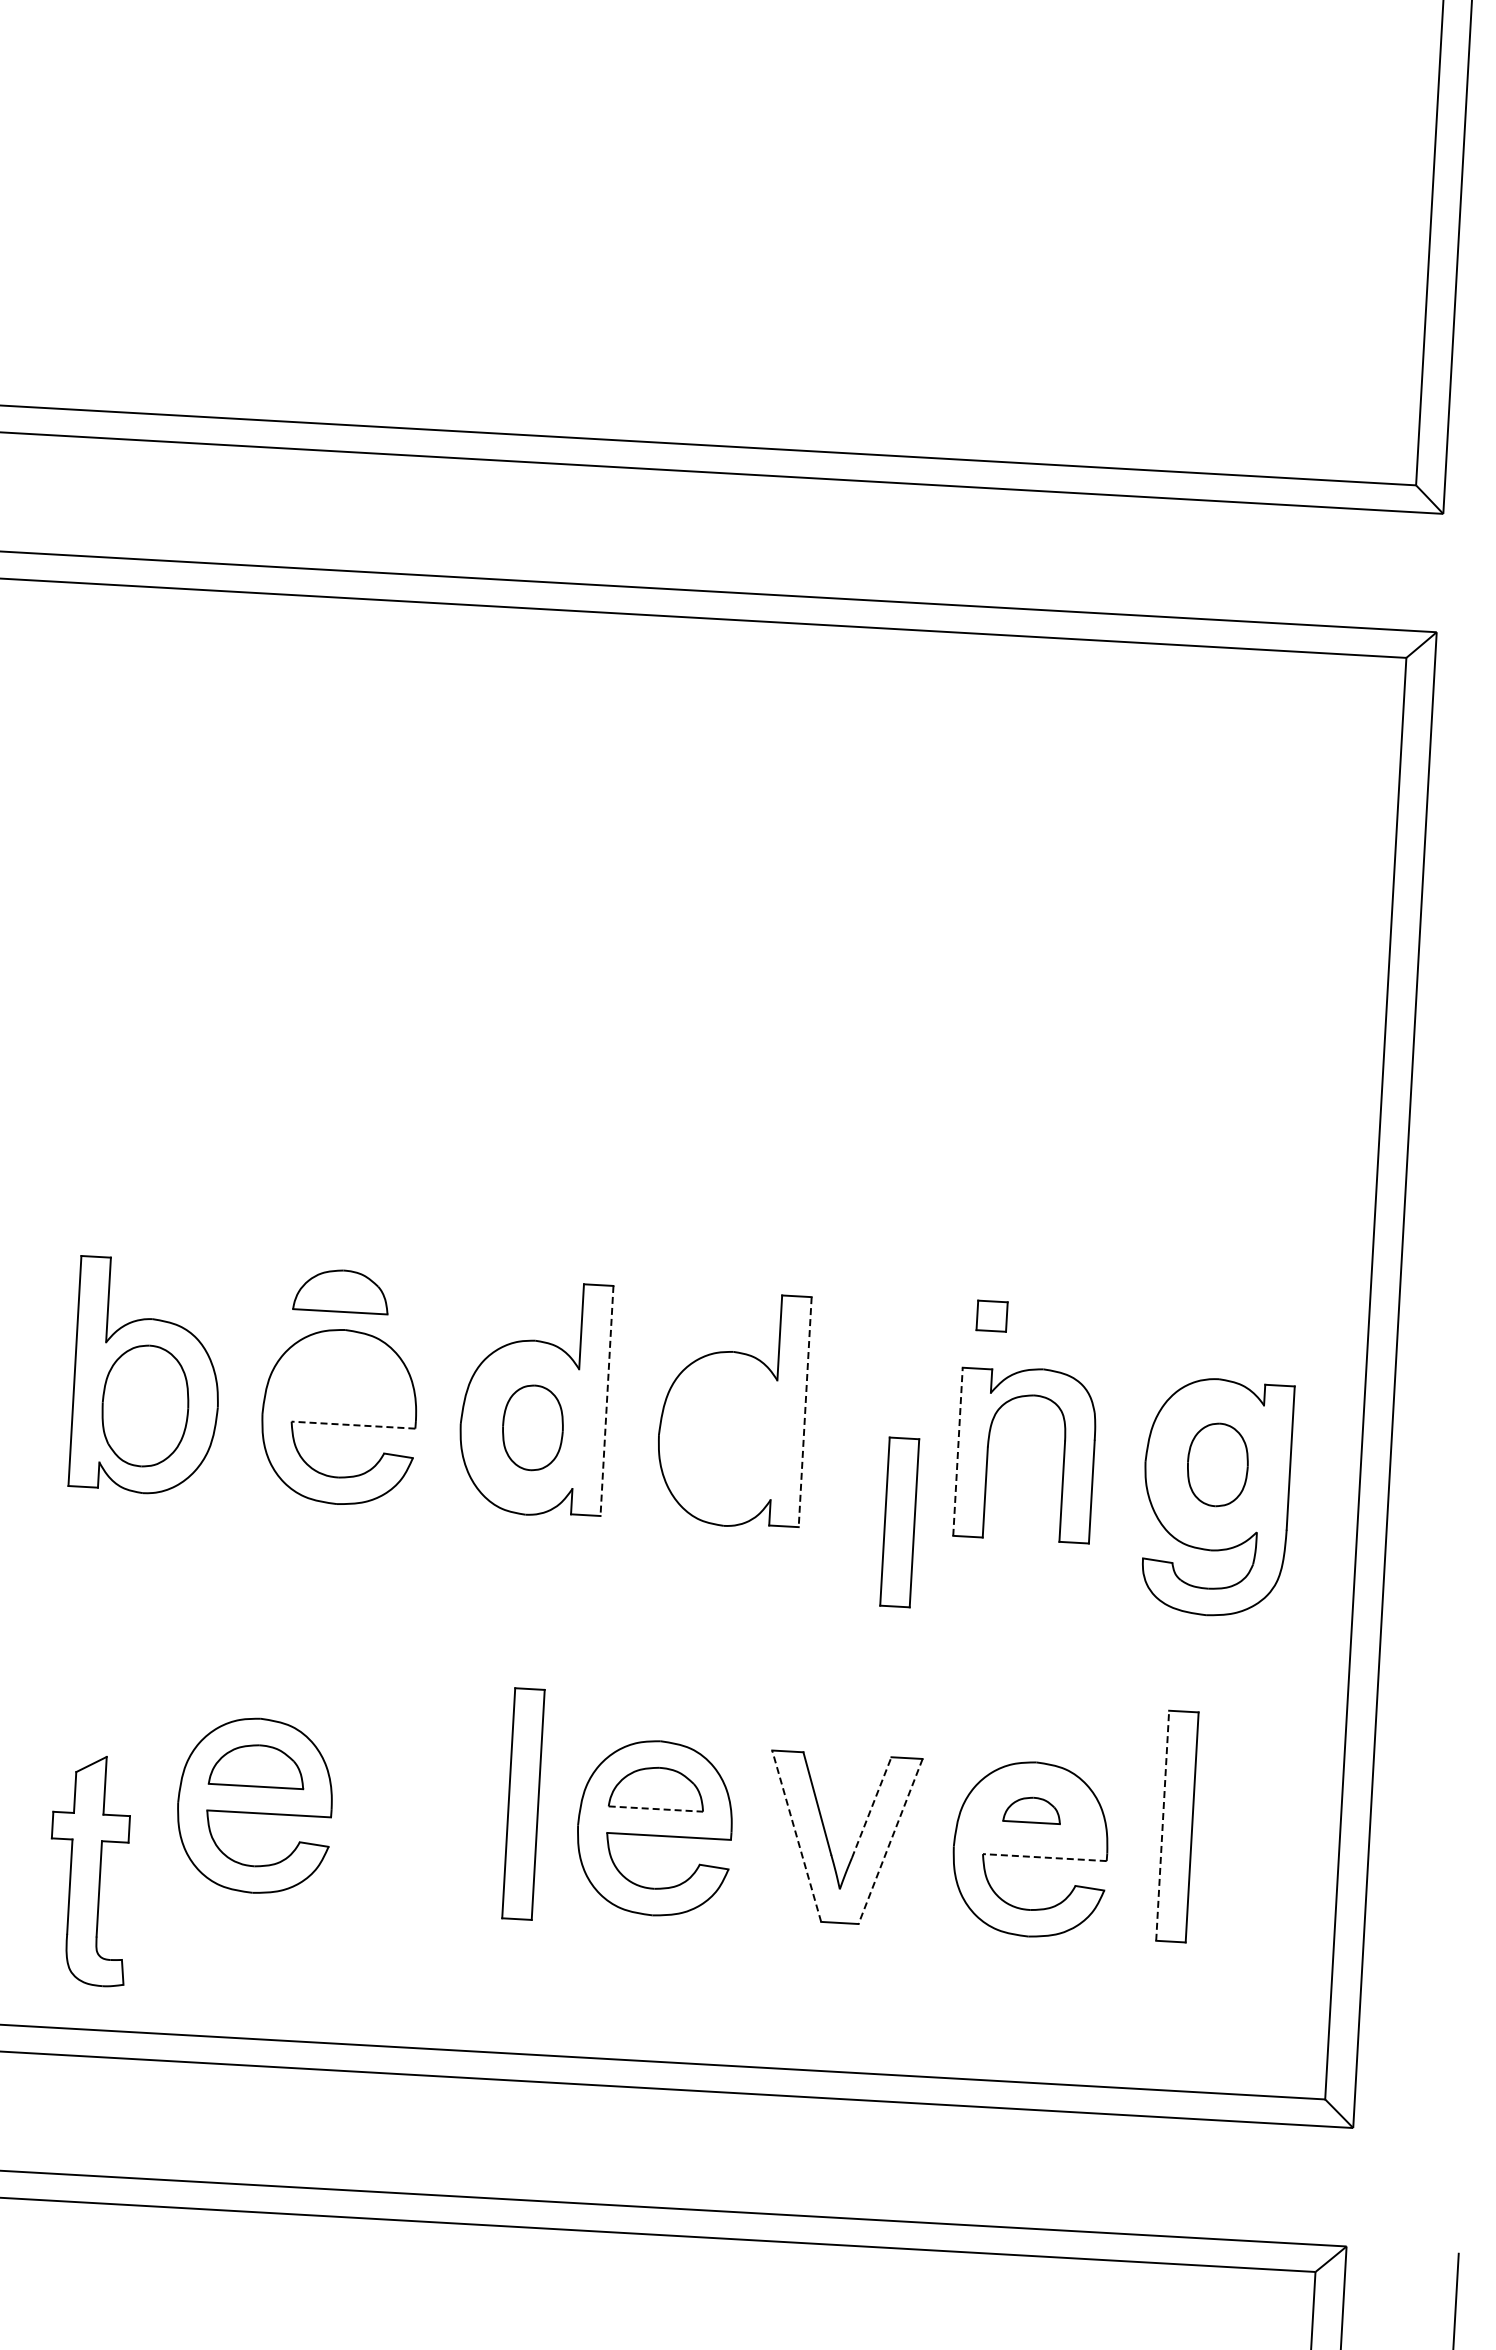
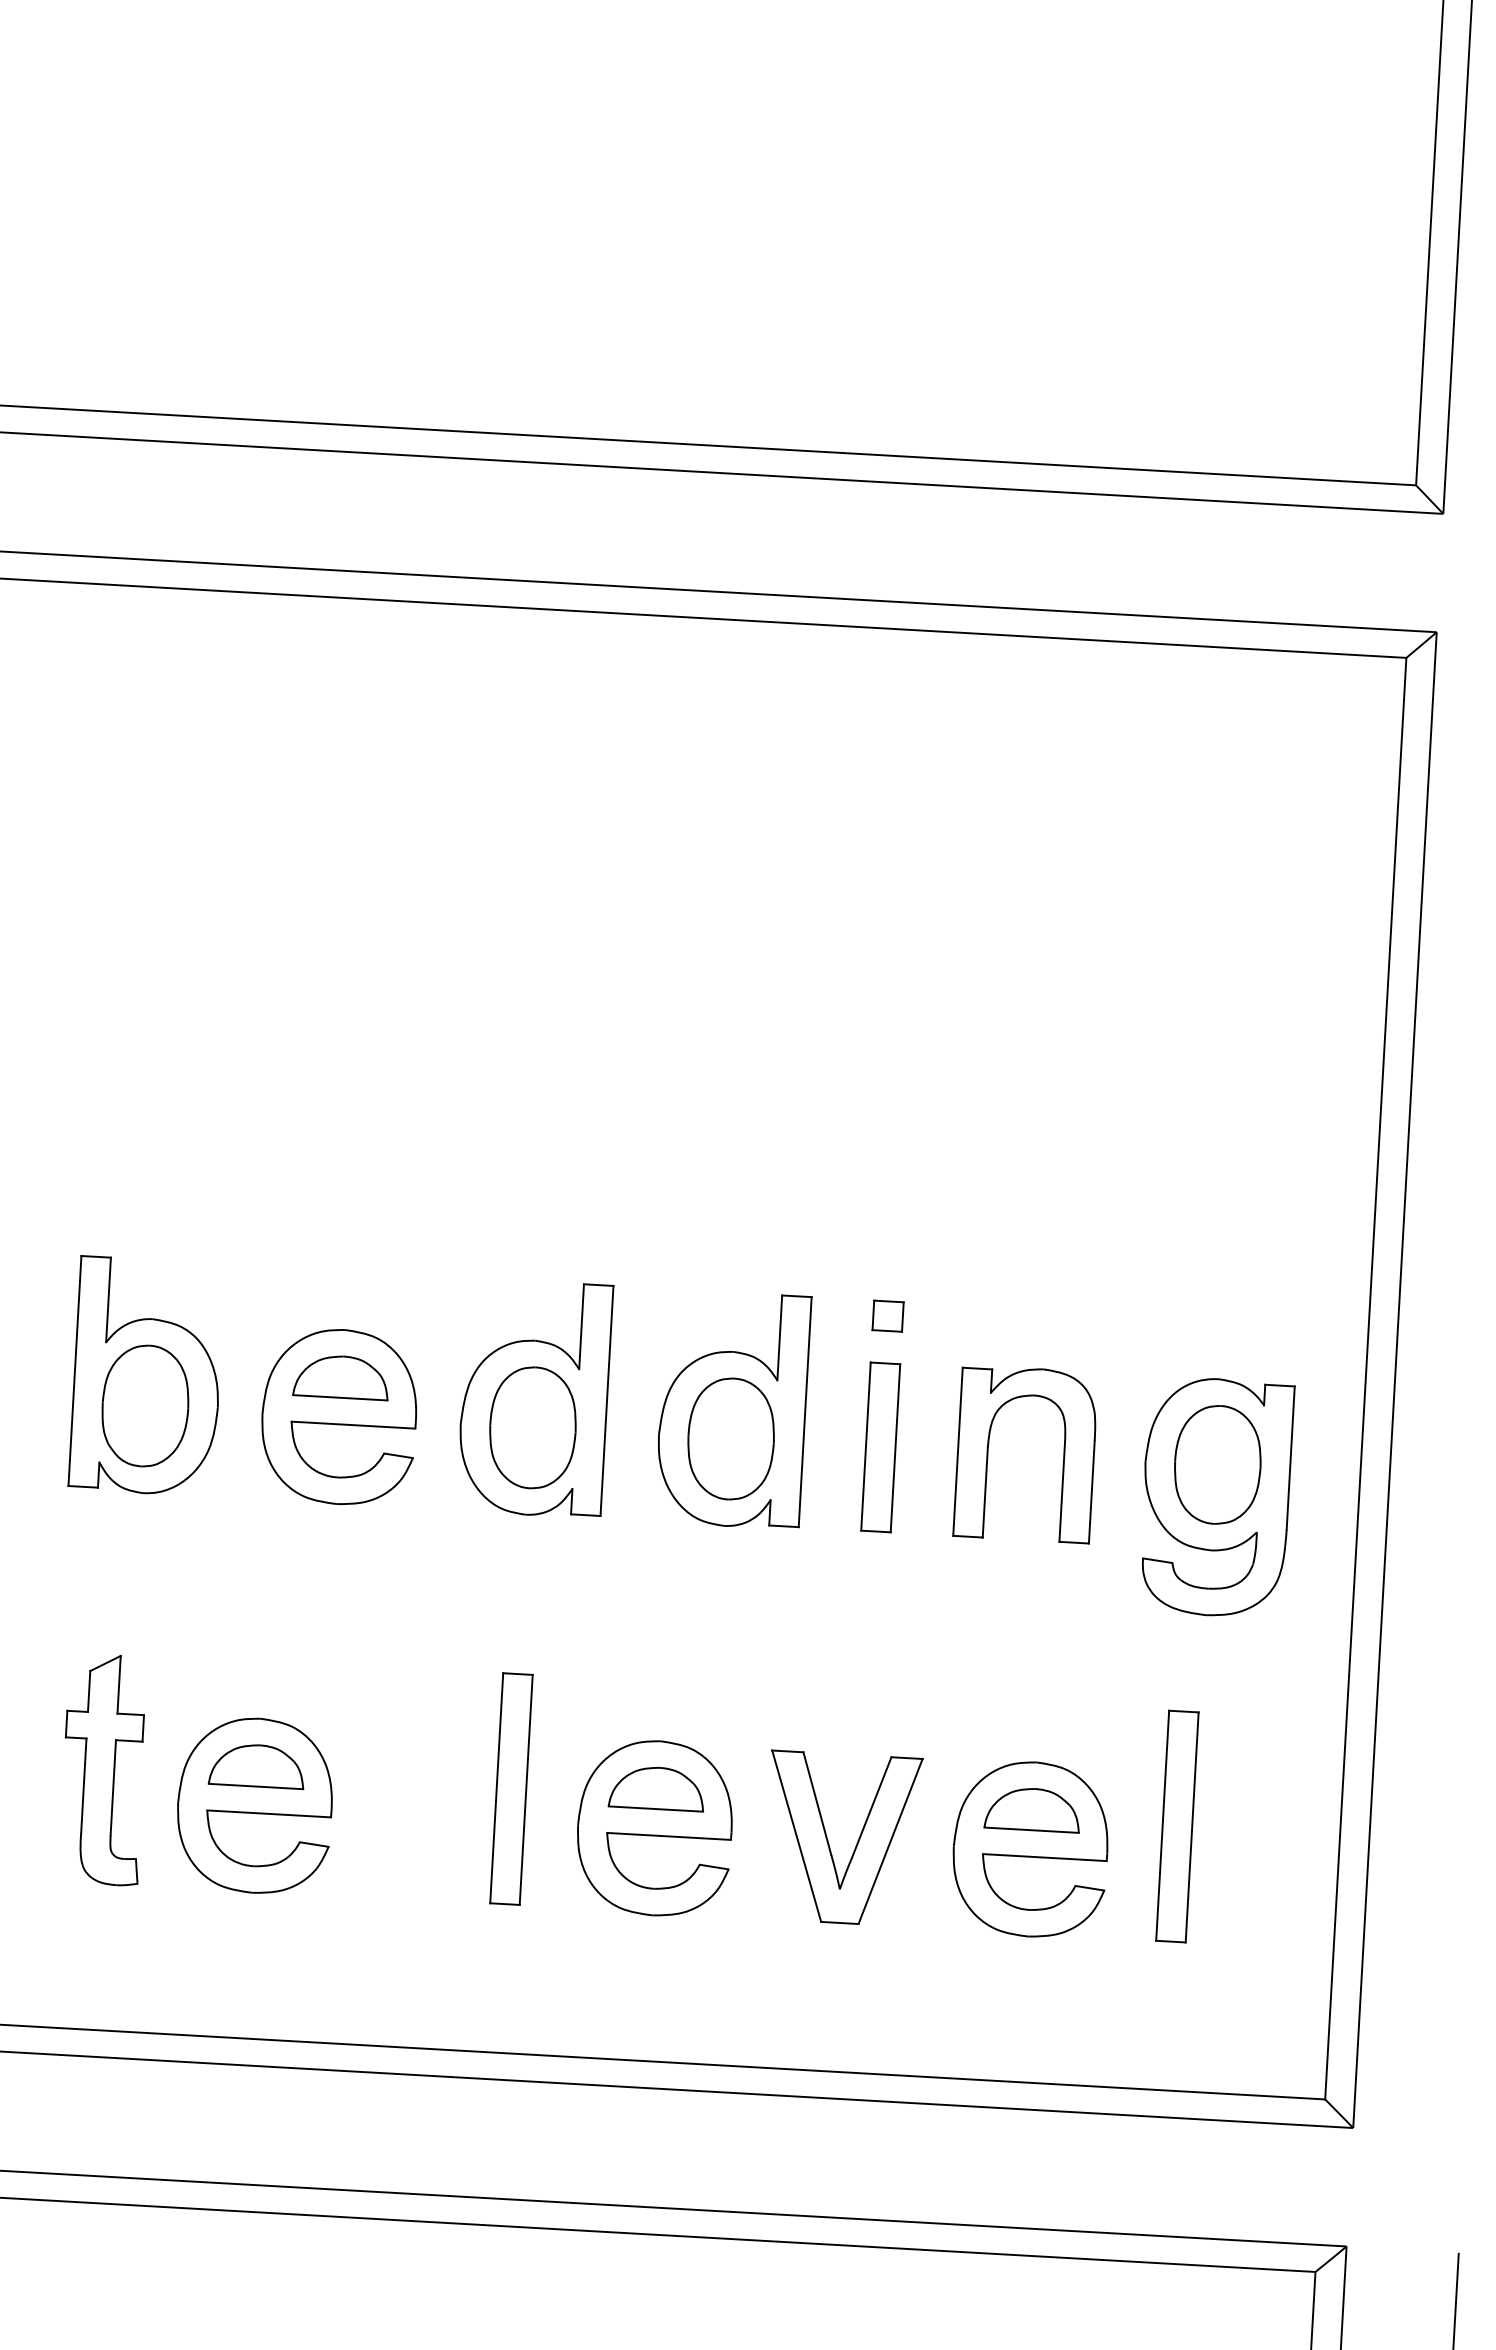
part at (340, 1292) position: (340, 1292) -> (340, 1378)
part at (991, 1315) position: (991, 1315) -> (887, 1315)
line at (606, 1401): dashed -> solid
line at (805, 1412): dashed -> solid
line at (353, 1425): dashed -> solid
part at (532, 1427) size: 62x88 px -> 88x124 px
part at (730, 1438): none -> present
line at (958, 1451): dashed -> solid
part at (1217, 1464) size: 62x86 px -> 88x120 px
part at (899, 1522) position: (899, 1522) -> (880, 1447)
part at (523, 1803) position: (523, 1803) -> (511, 1788)
line at (871, 1807): dashed -> solid
line at (656, 1809): dashed -> solid
part at (1031, 1810) size: 59x29 px -> 97x46 px
line at (1162, 1825): dashed -> solid
line at (796, 1835): dashed -> solid
line at (890, 1841): dashed -> solid
line at (1044, 1857): dashed -> solid
part at (90, 1871) position: (90, 1871) -> (104, 1770)
